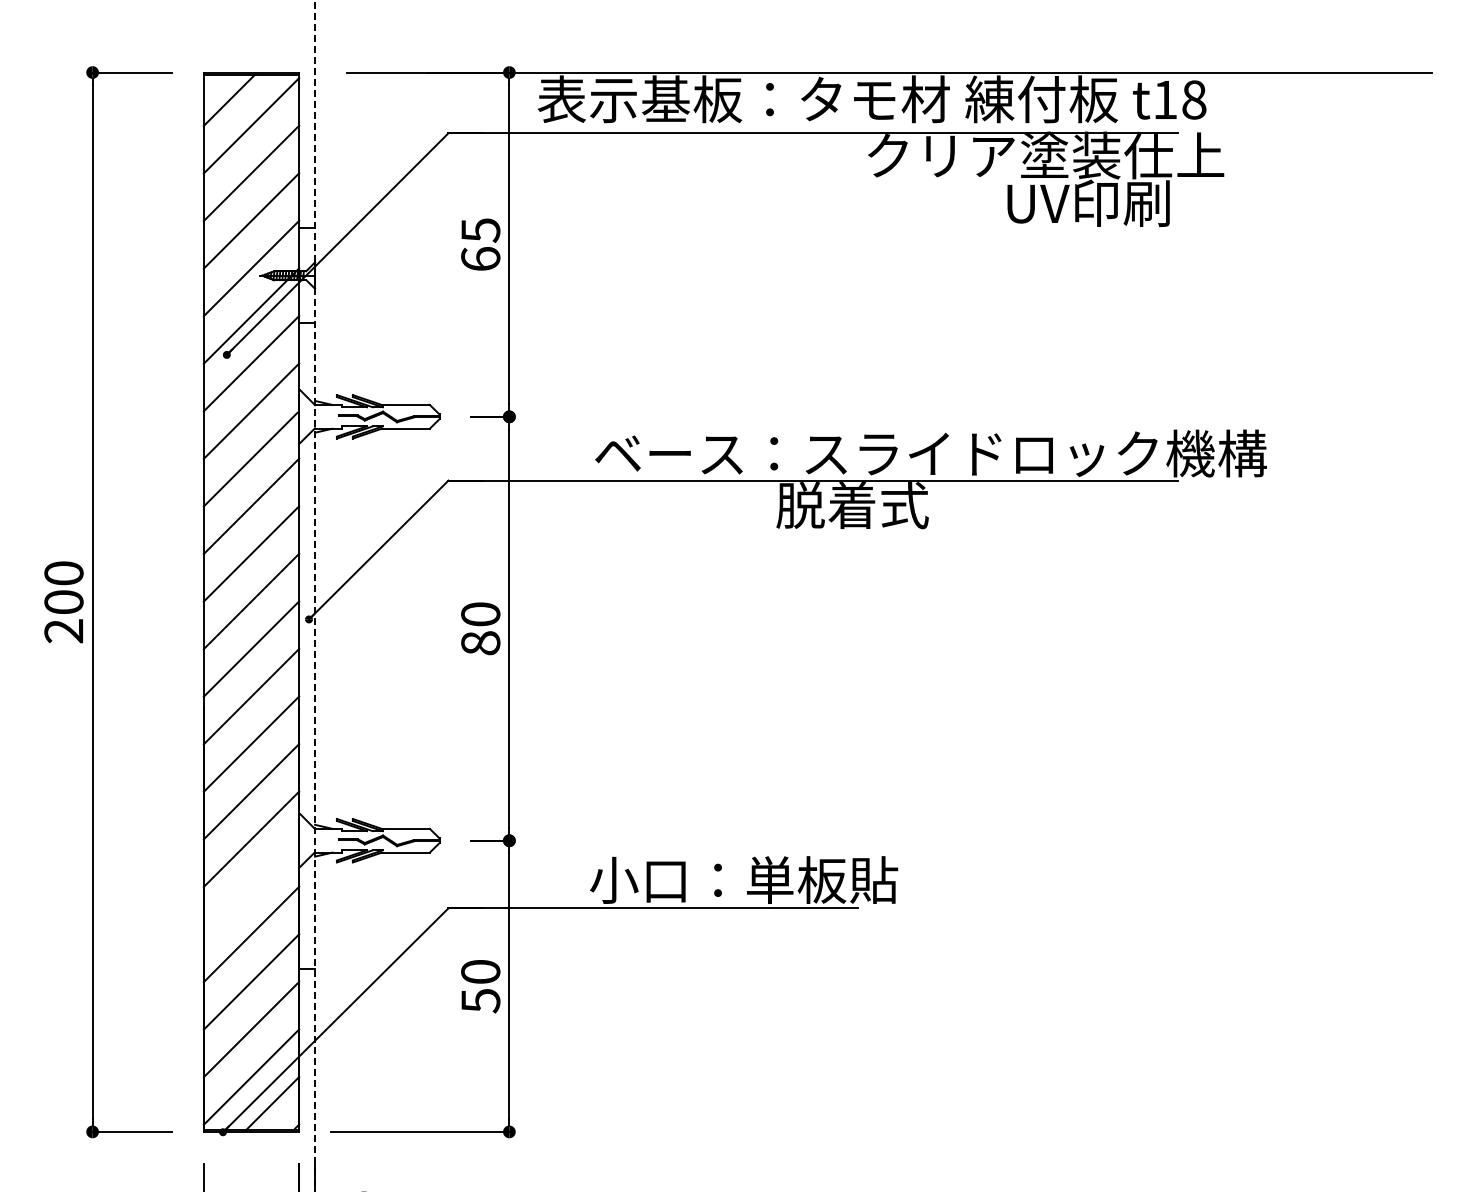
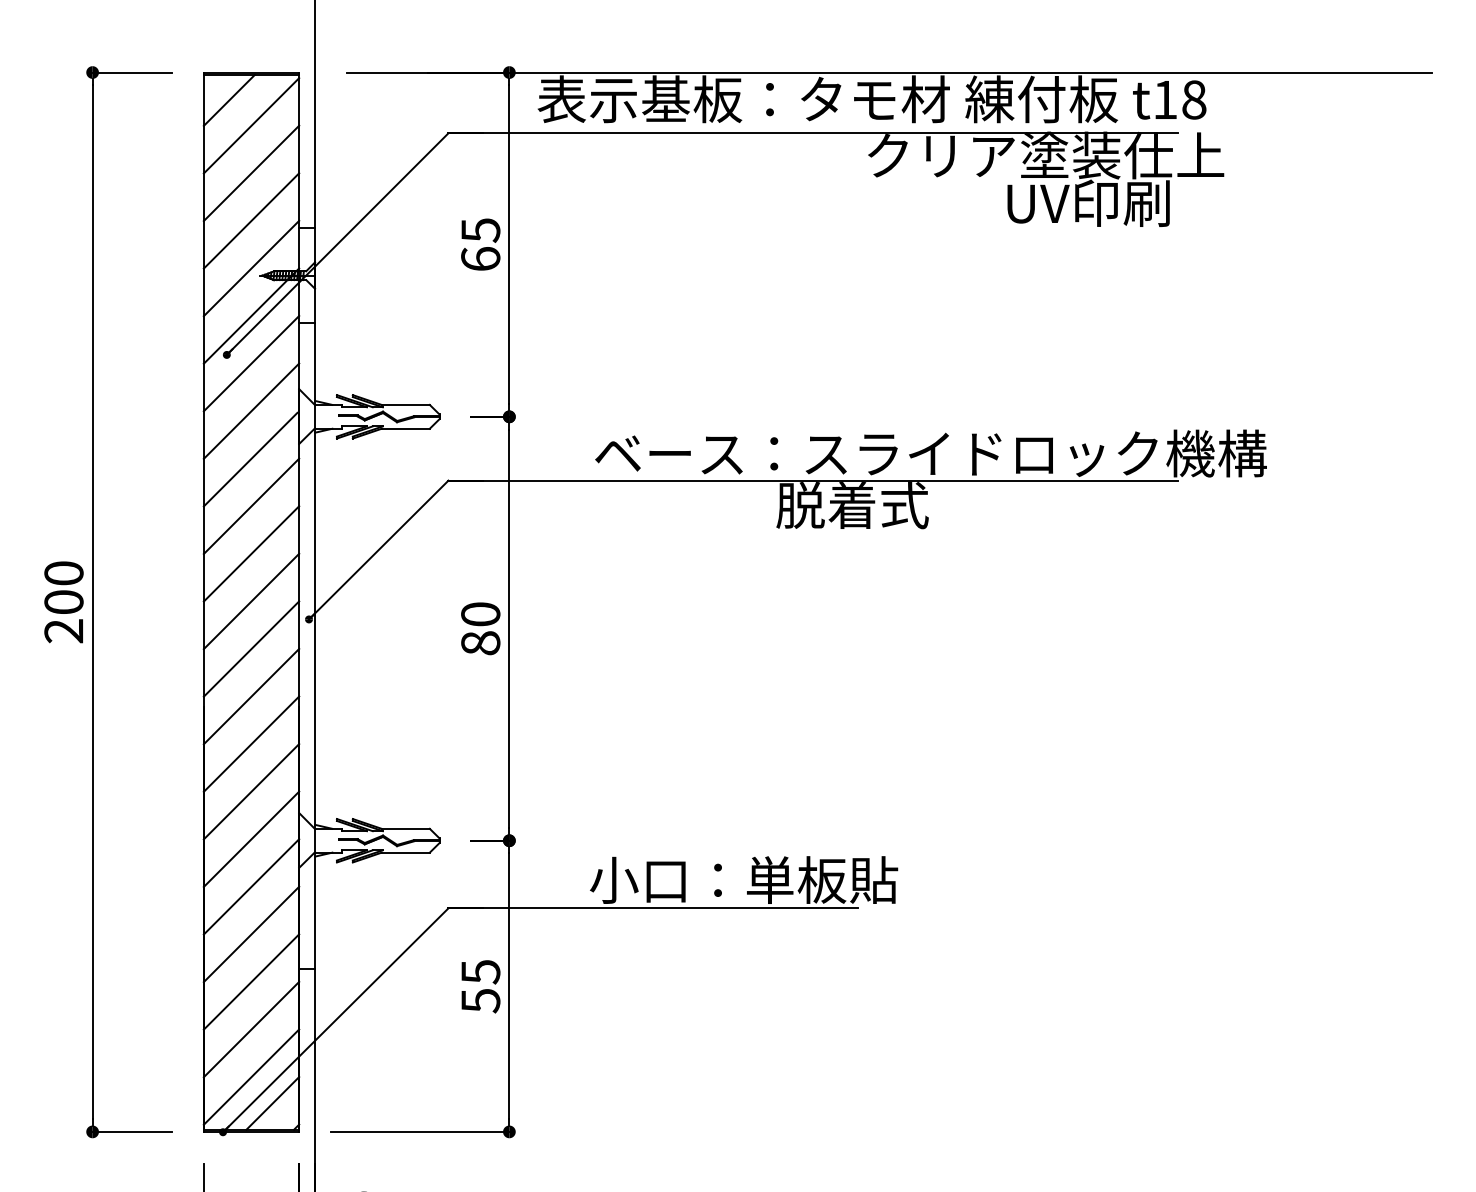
line at (315, 596): dashed -> solid
line at (251, 886): none -> present
text at (480, 972): 50 -> 55
